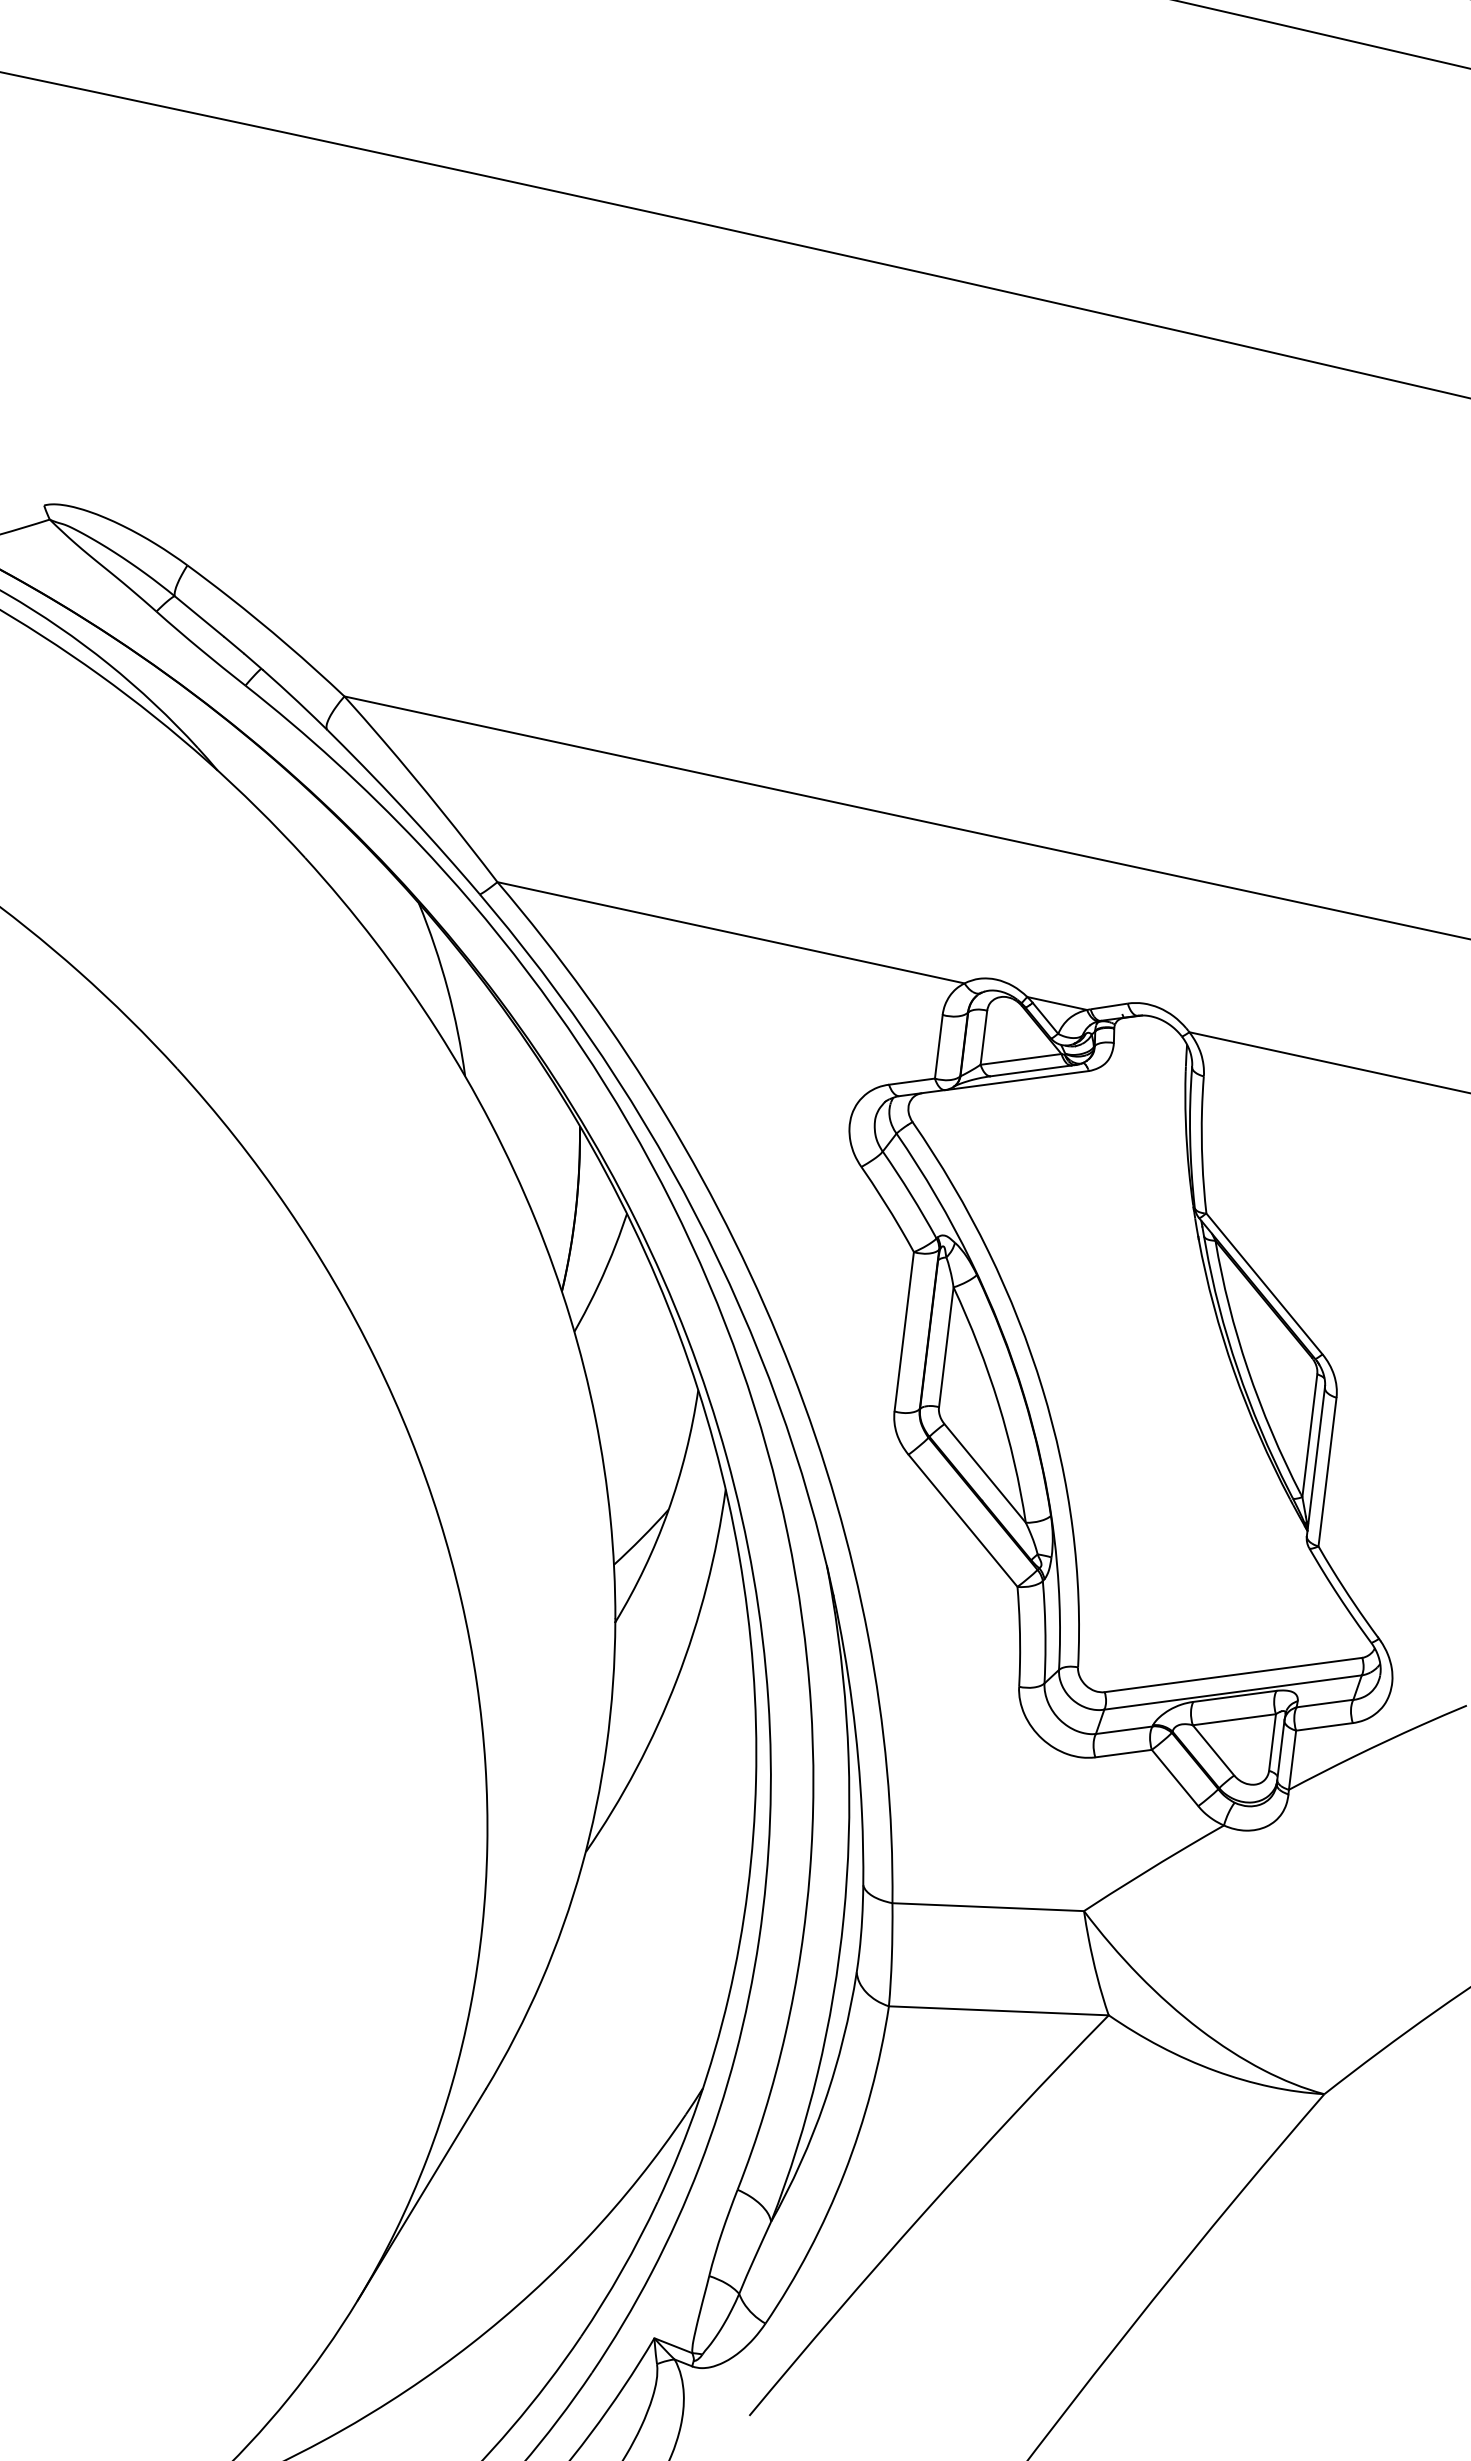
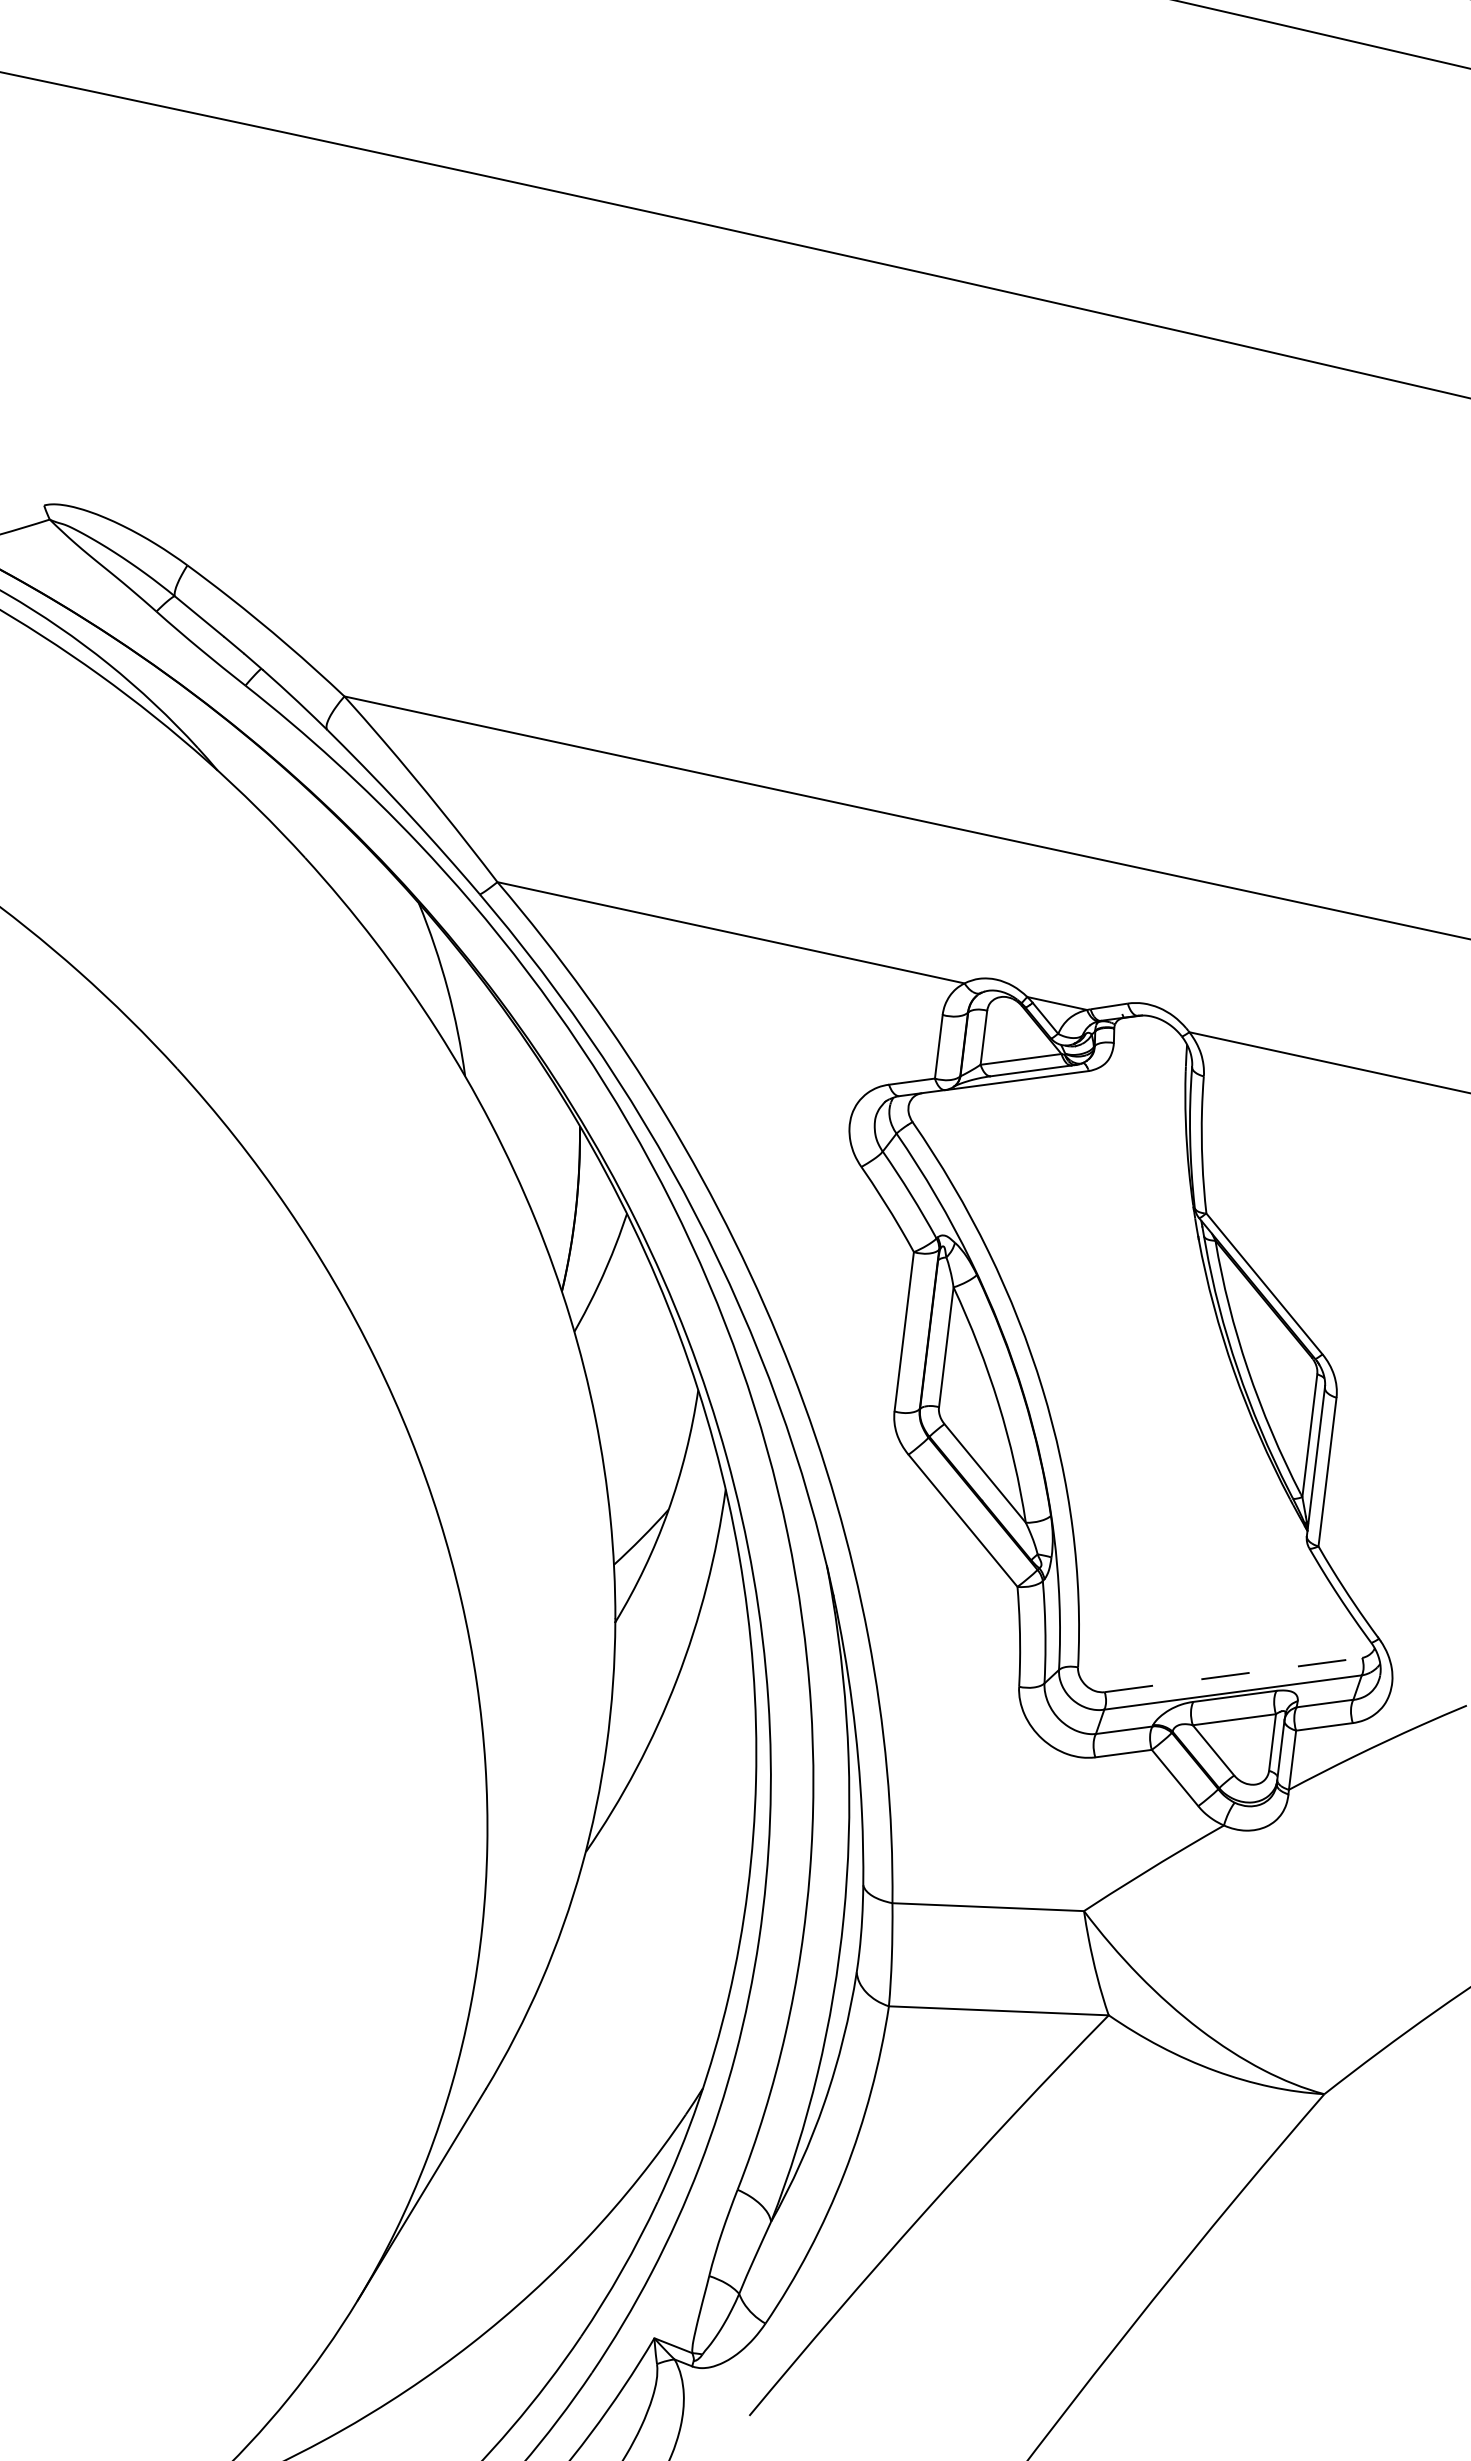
line at (1233, 1675): solid -> dashed
